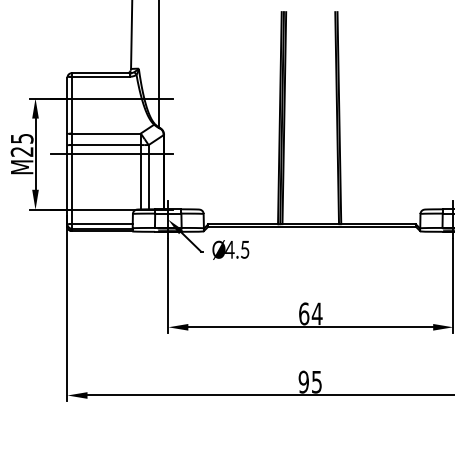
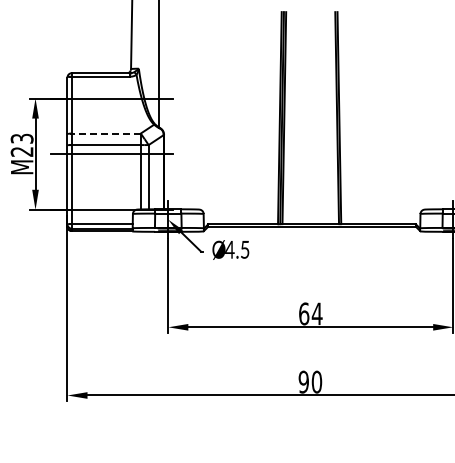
line at (105, 133): solid -> dashed
text at (21, 138): M25 -> M23
text at (316, 381): 95 -> 90
